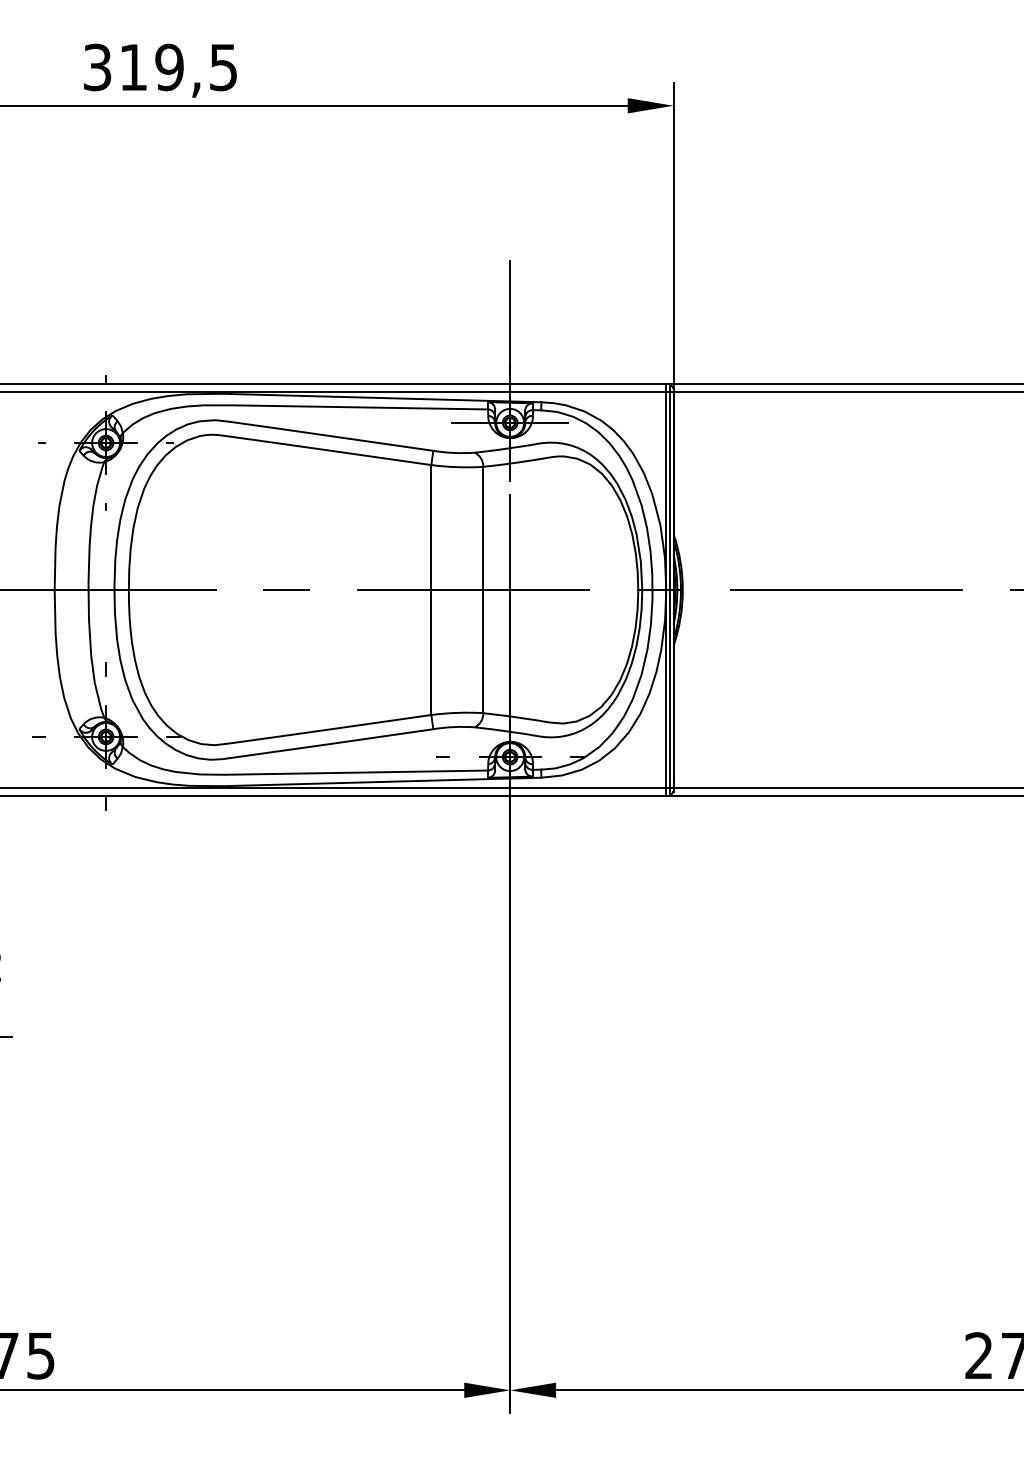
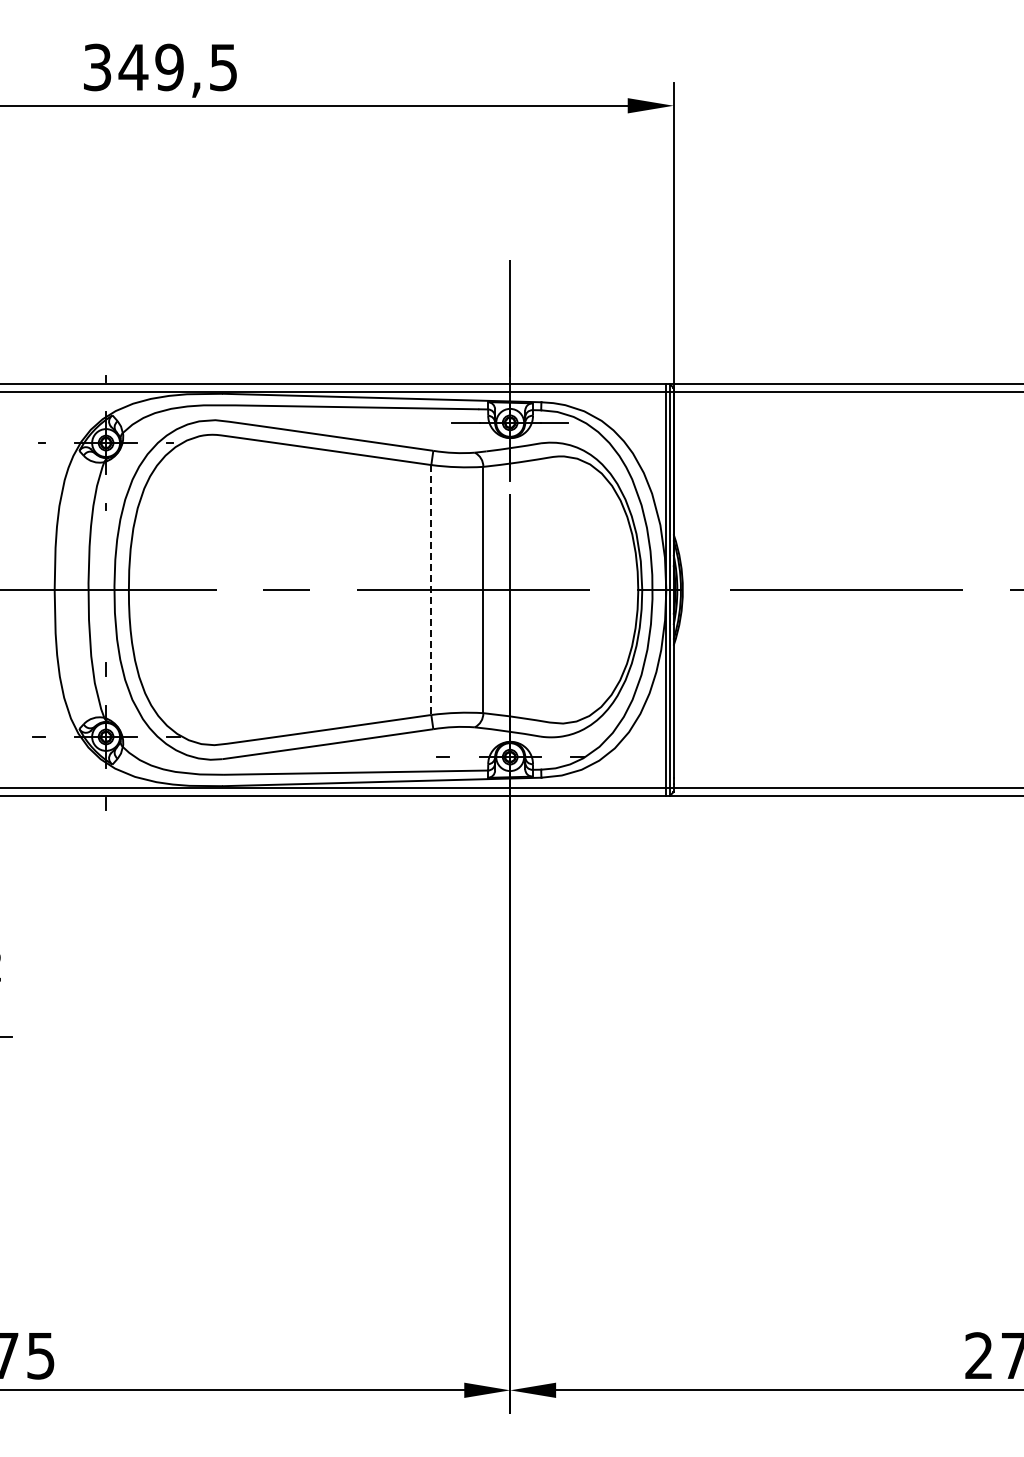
text at (133, 67): 319,5 -> 349,5
line at (431, 590): solid -> dashed
